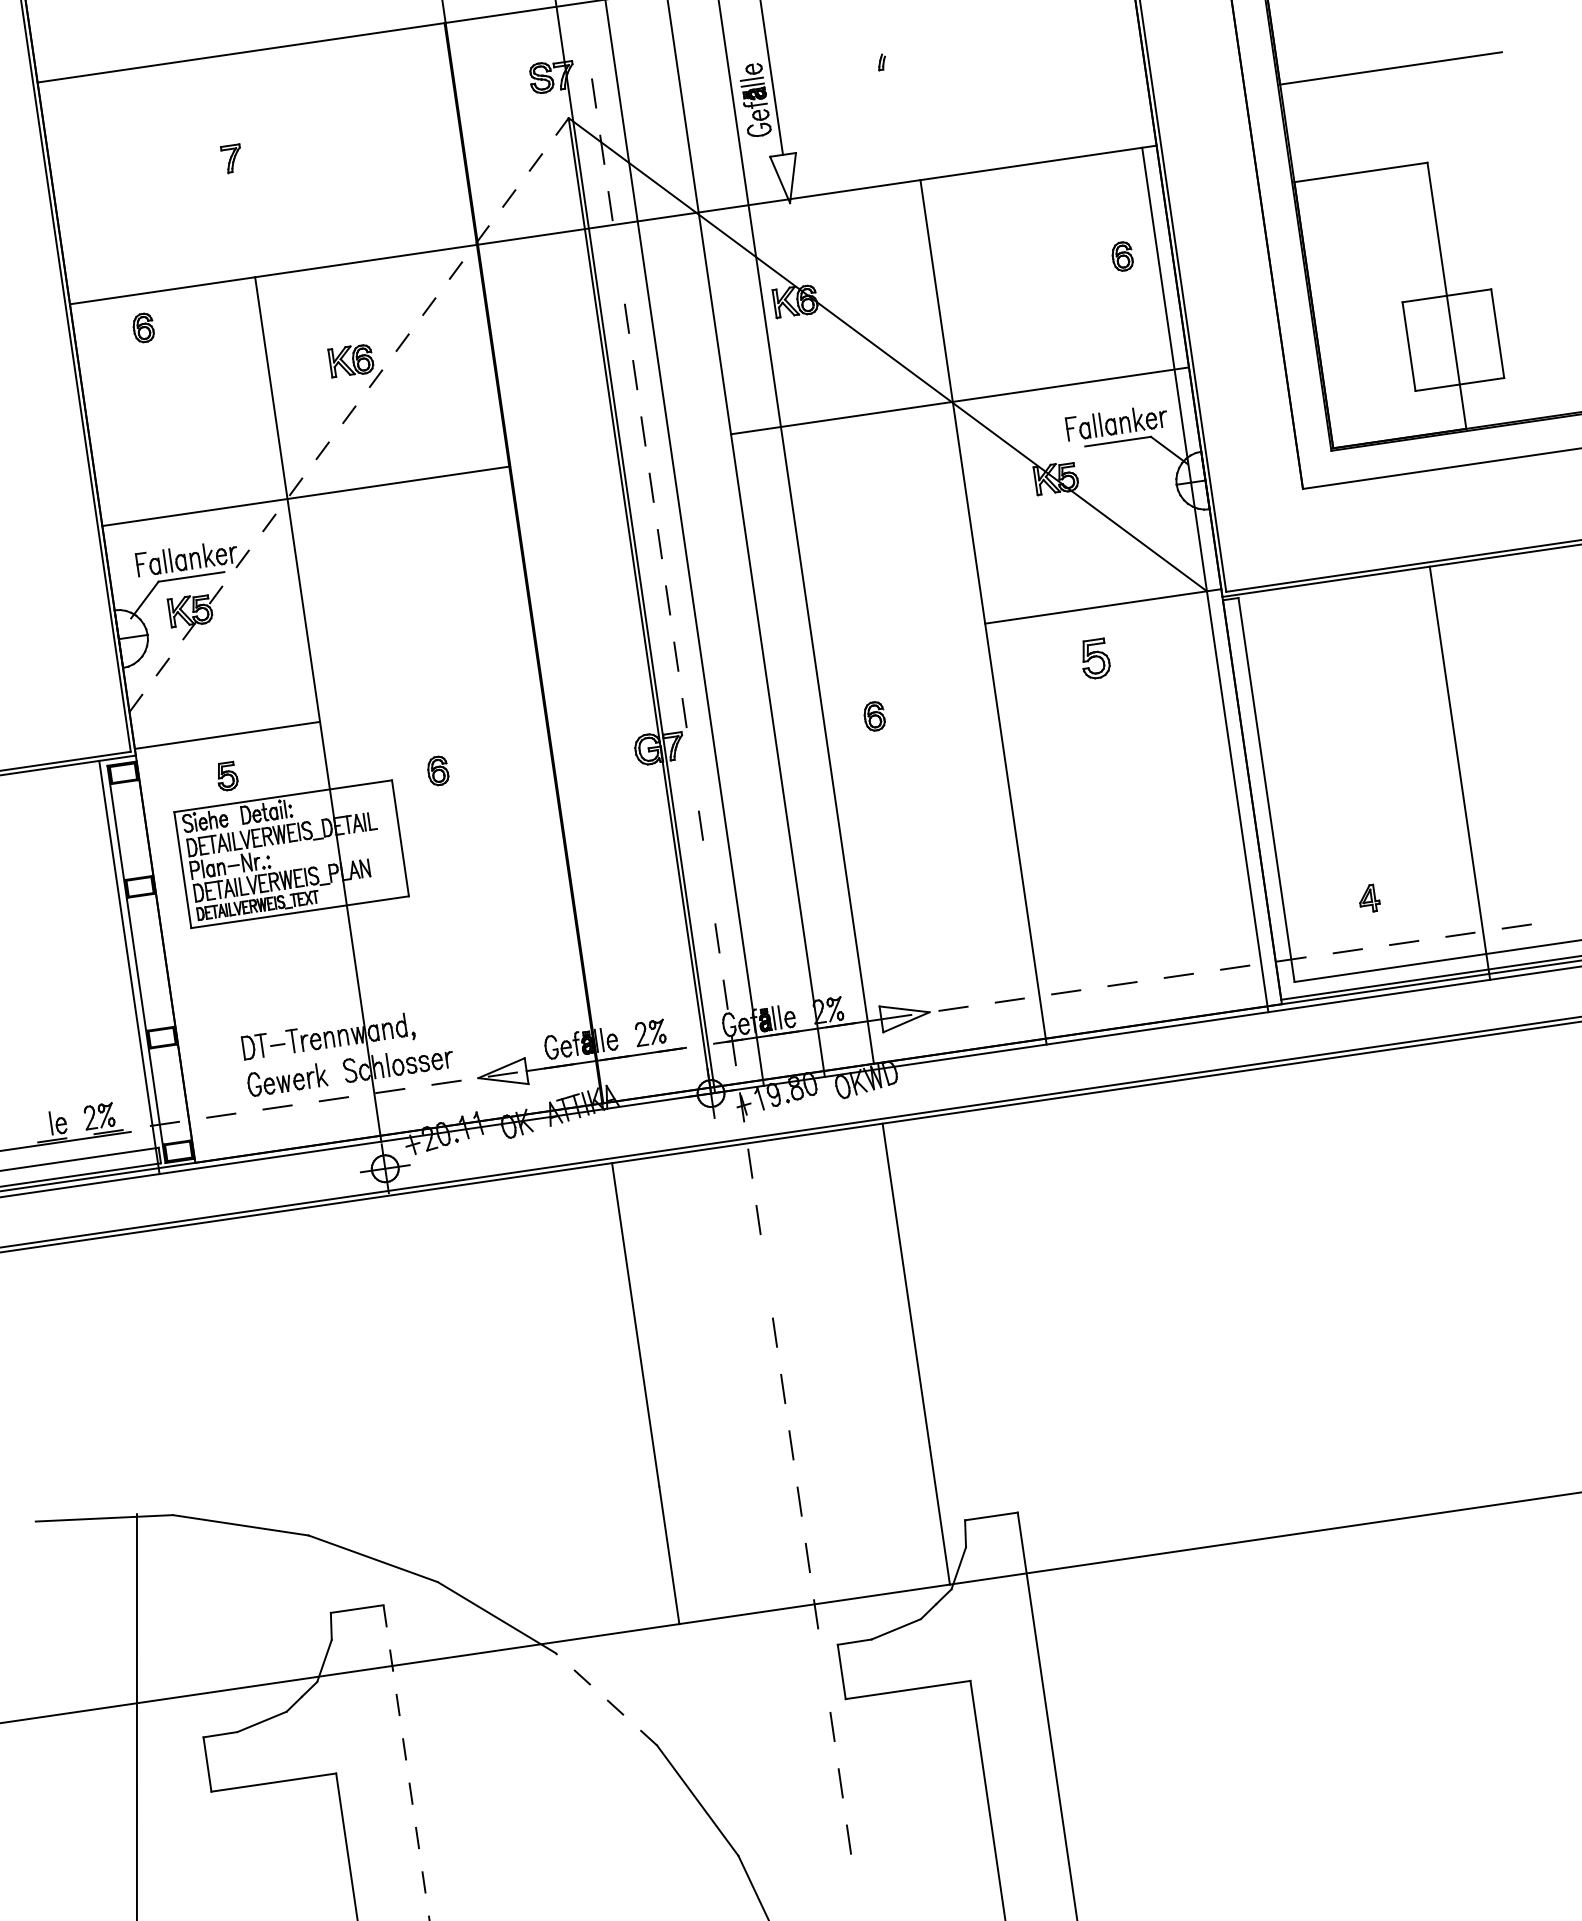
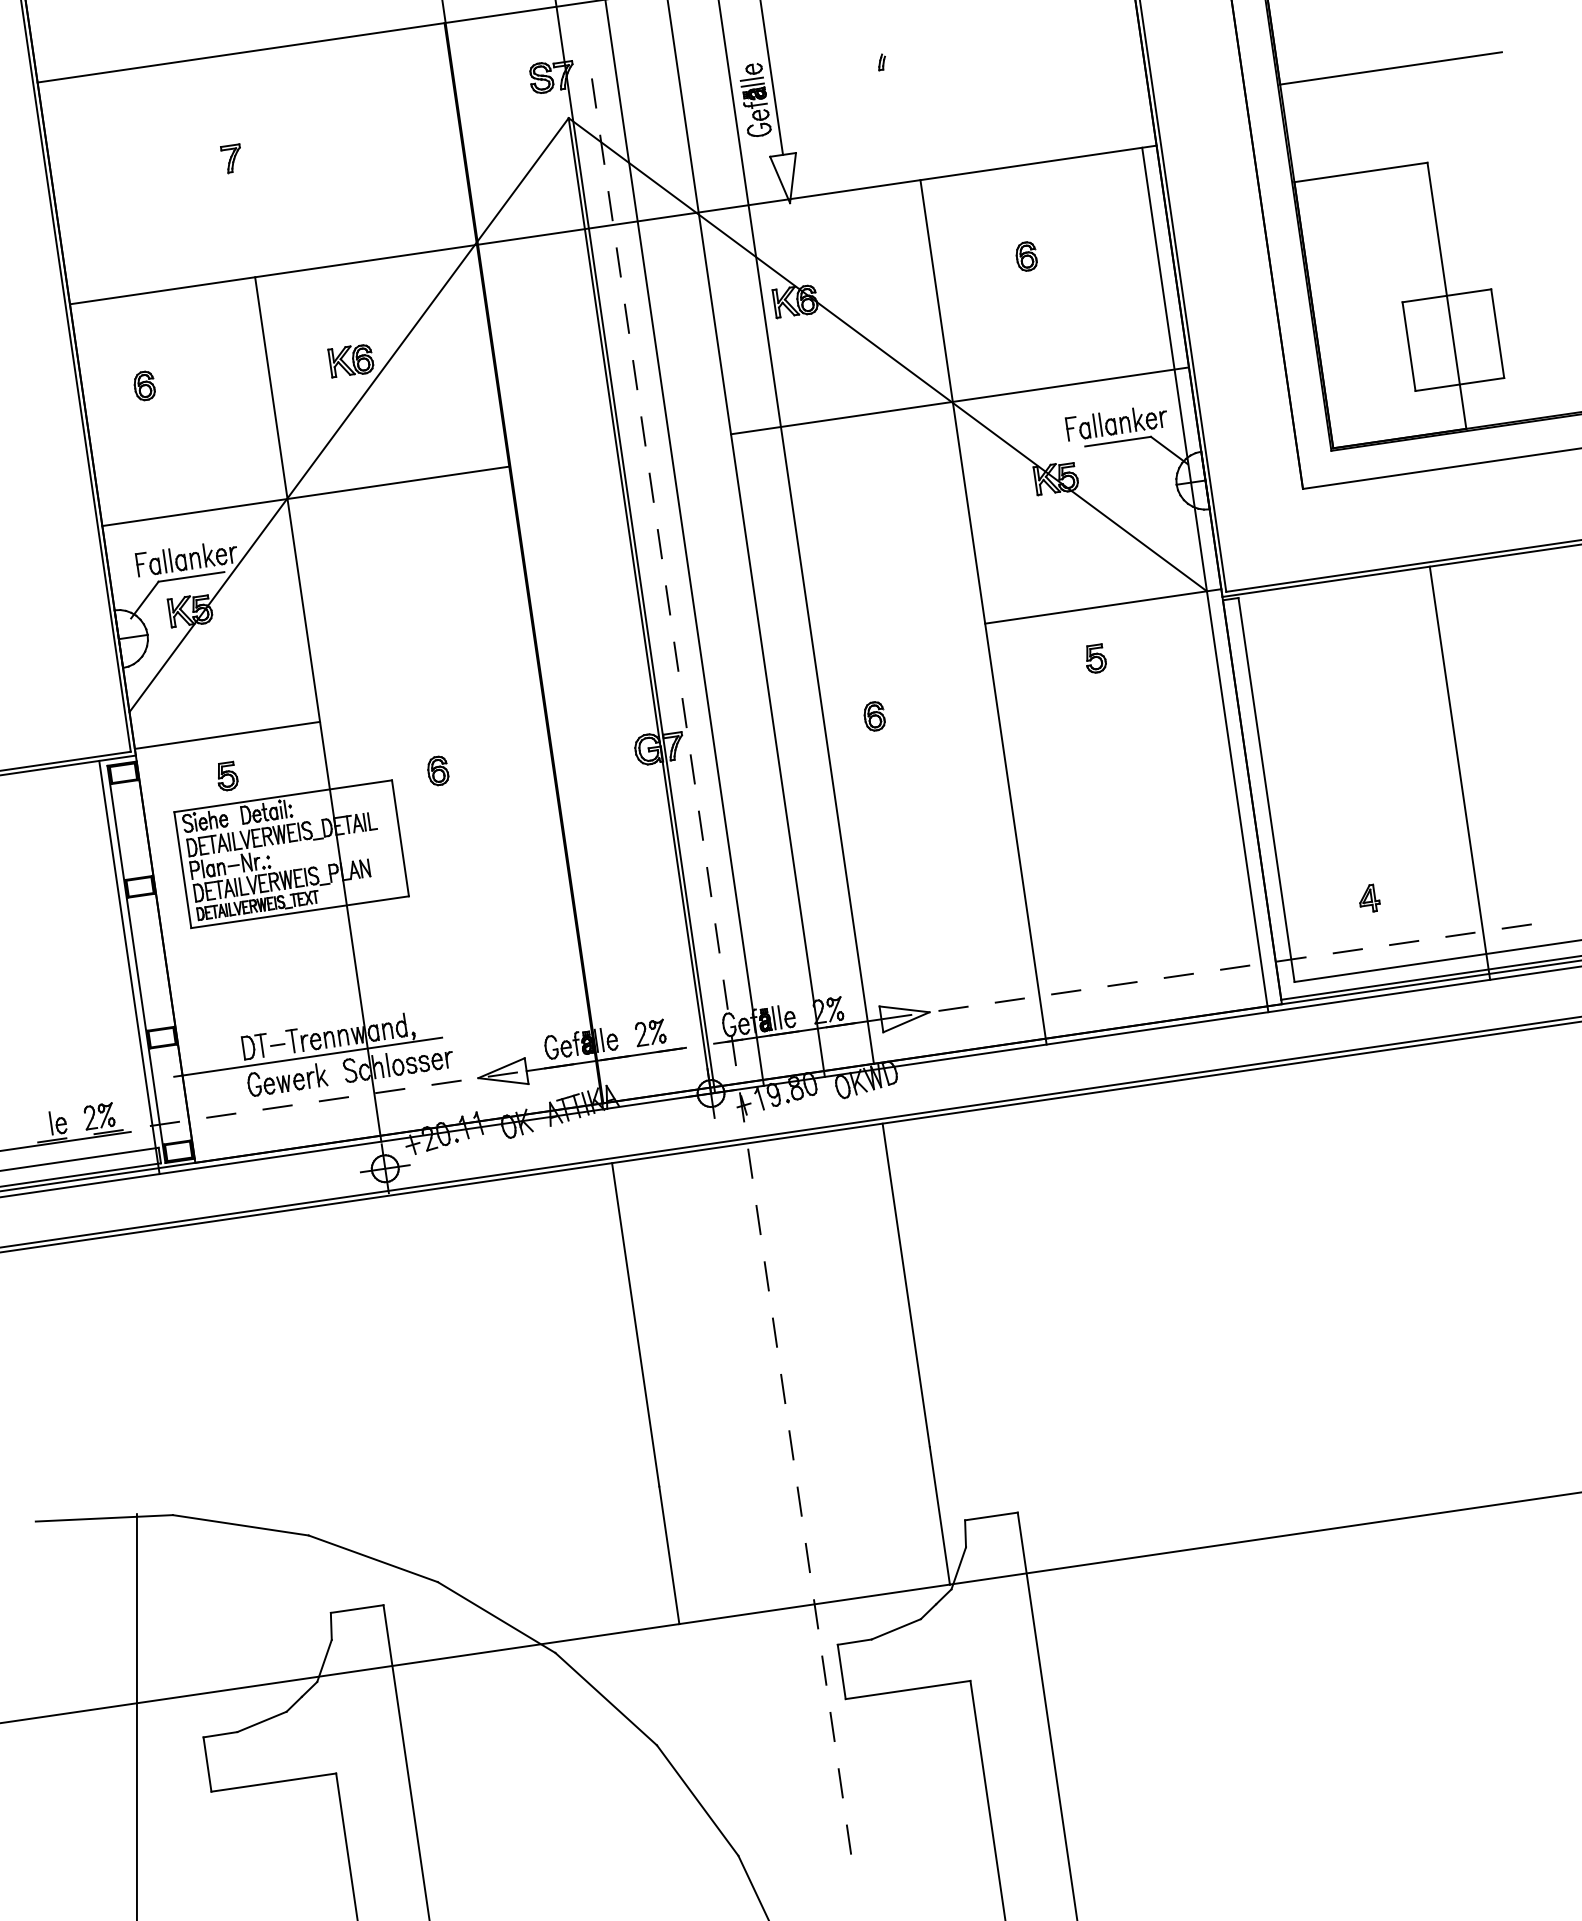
part at (1122, 256) position: (1122, 256) -> (1026, 256)
line at (618, 262): none -> present
part at (143, 327) position: (143, 327) -> (144, 385)
line at (349, 414): dashed -> solid
part at (1096, 658) size: 29x43 px -> 21x31 px
line at (692, 769): none -> present
line at (709, 881): none -> present
line at (308, 1056): none -> present
line at (766, 1276): none -> present
line at (824, 1670): none -> present
line at (606, 1699): dashed -> solid
line at (406, 1763): dashed -> solid
